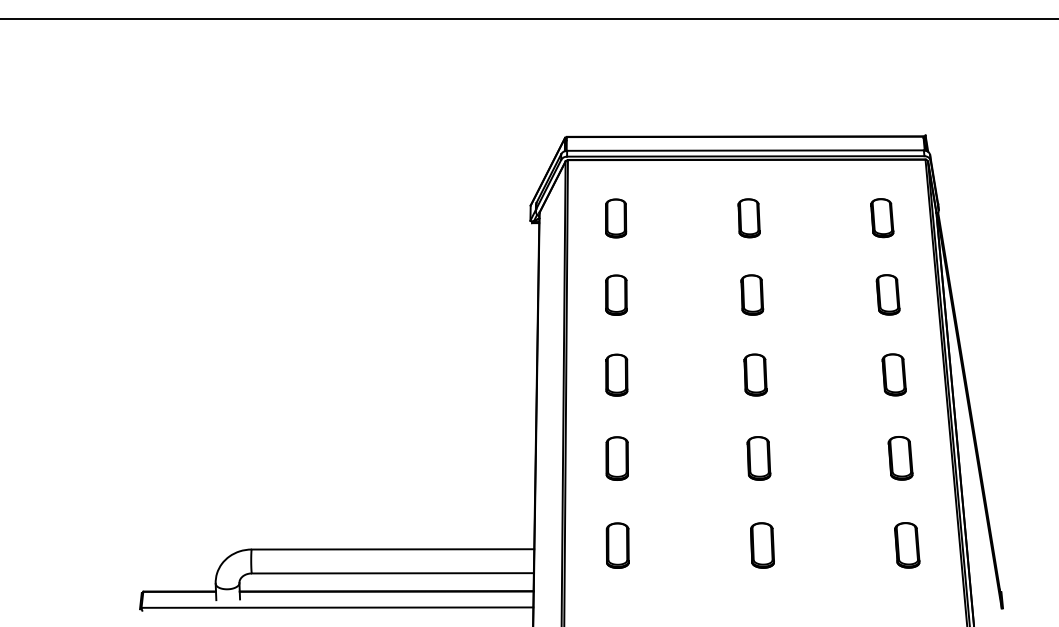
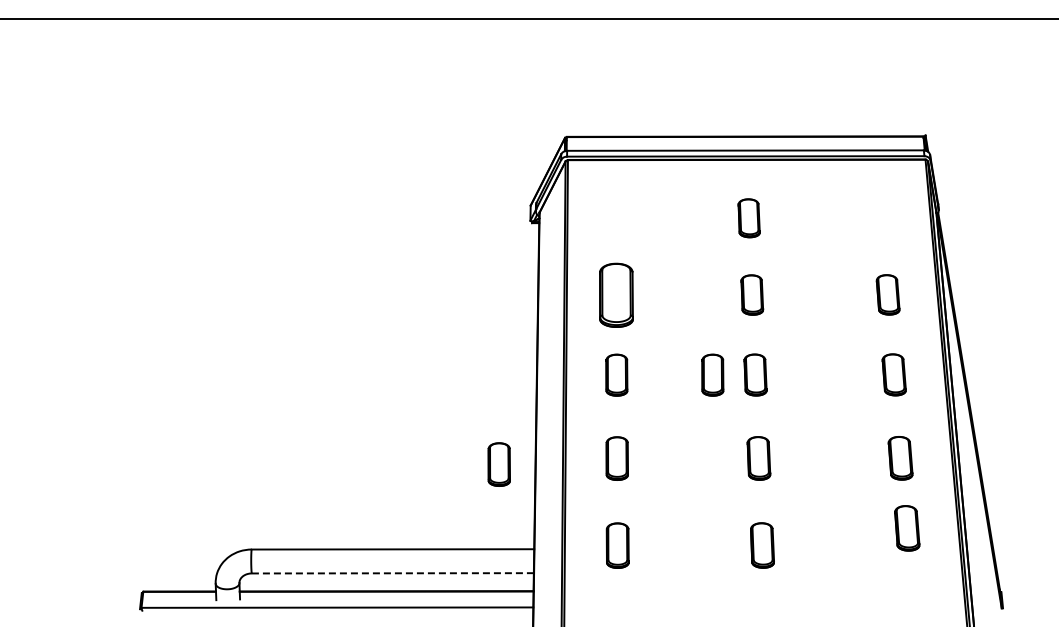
part at (616, 218): present -> none
part at (882, 218): present -> none
part at (616, 294) size: 23x42 px -> 35x66 px
part at (712, 374): none -> present
part at (498, 464): none -> present
part at (907, 545) position: (907, 545) -> (907, 528)
line at (392, 573): solid -> dashed
